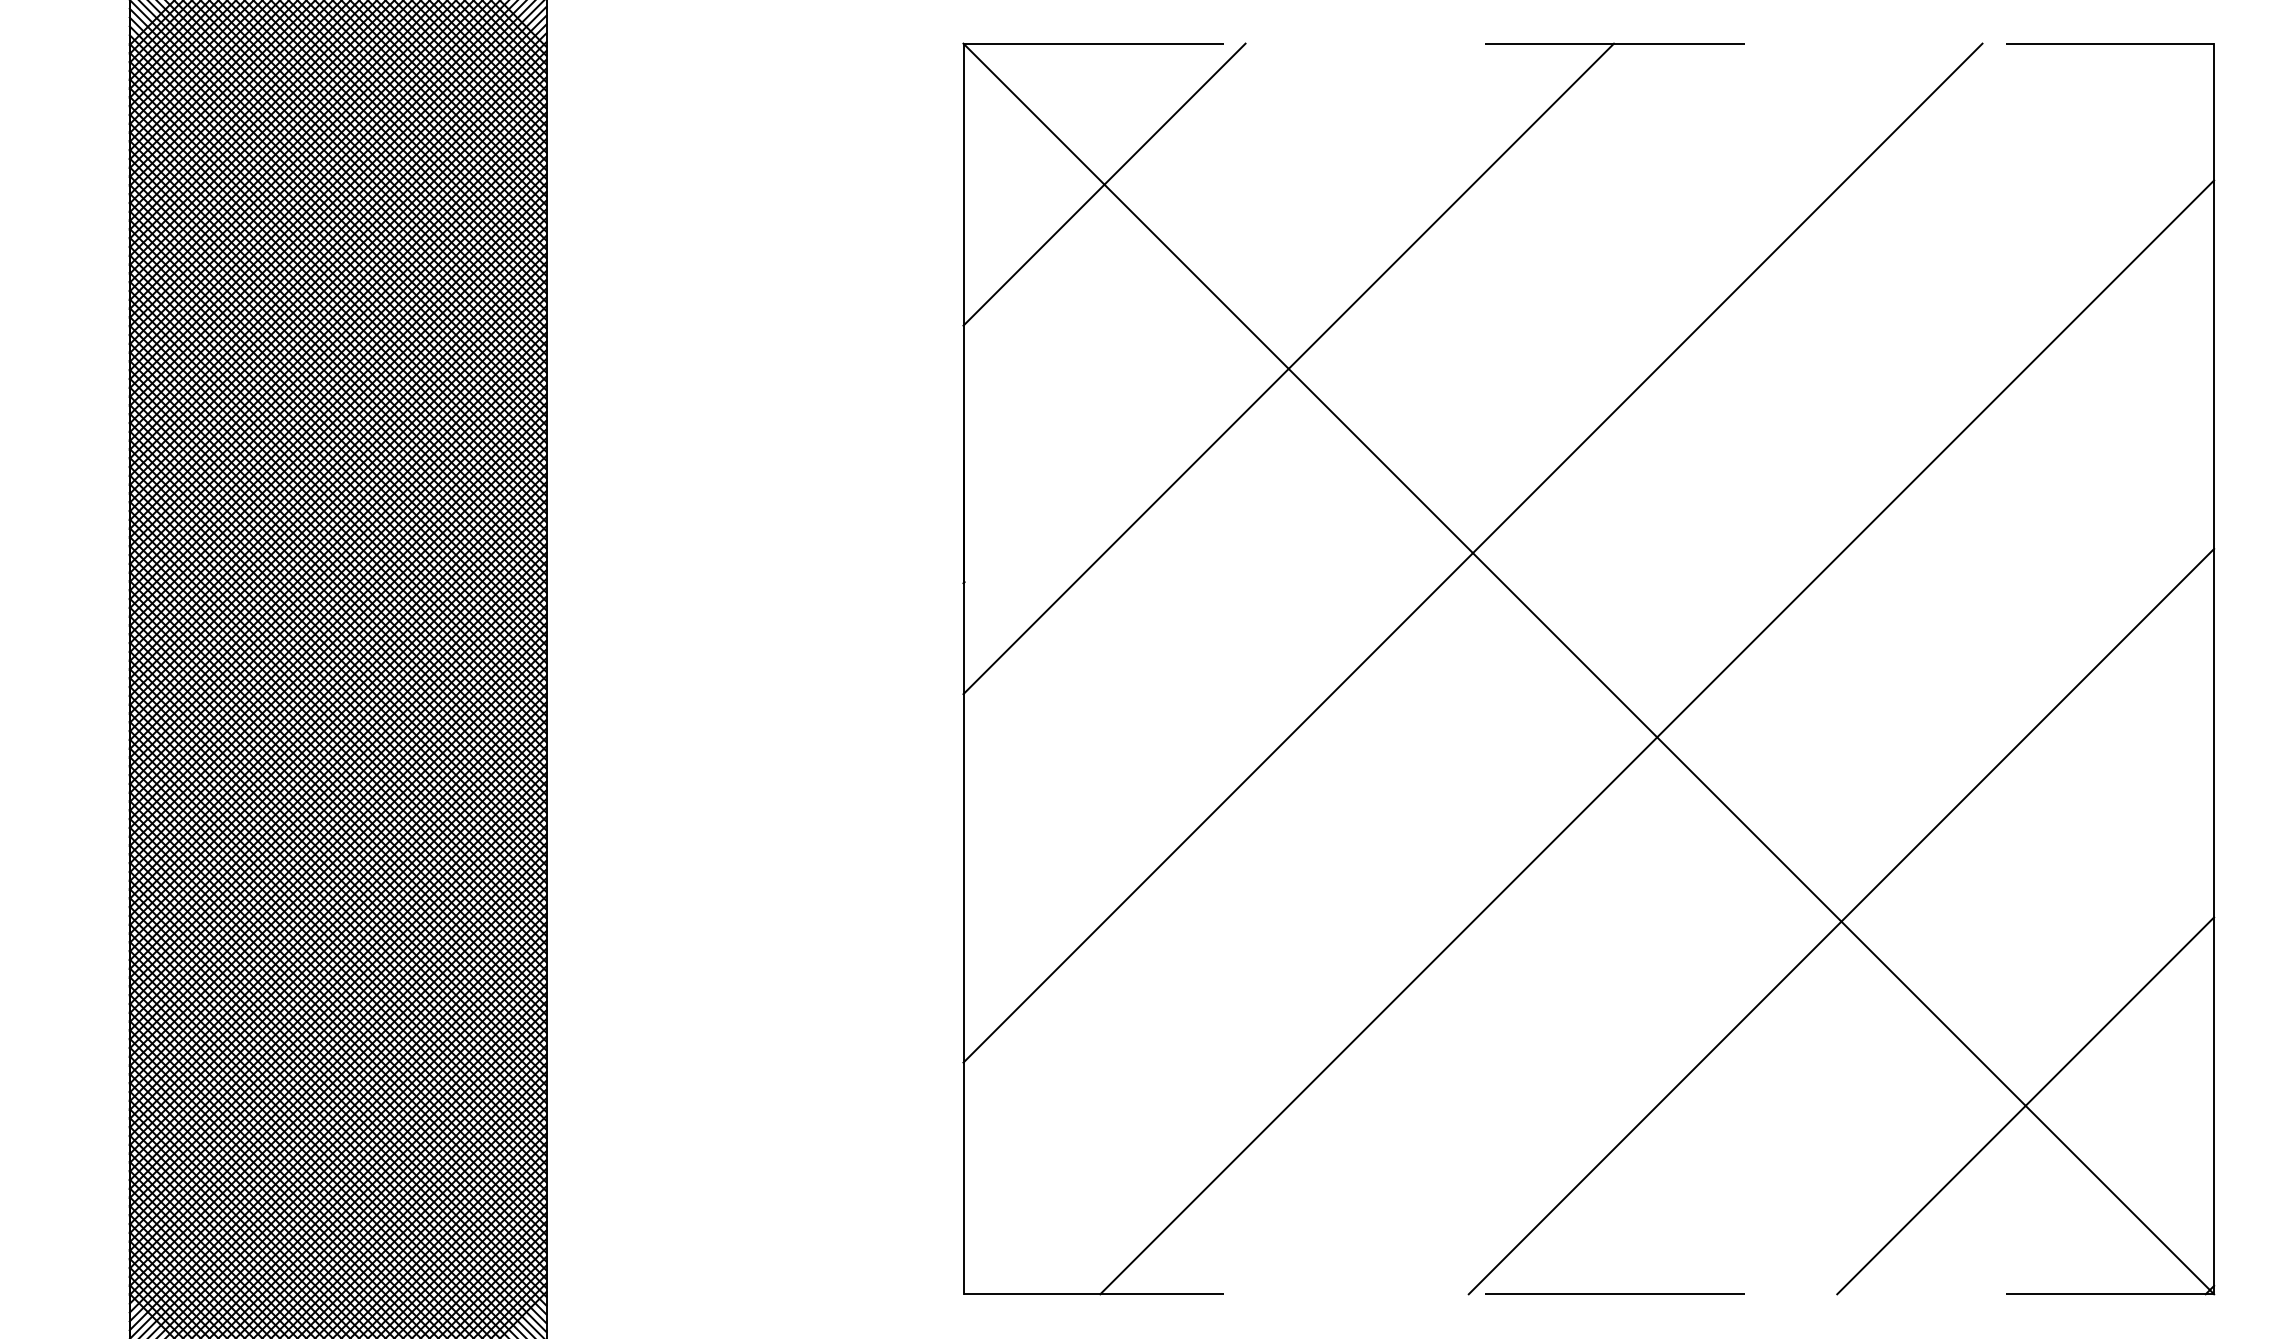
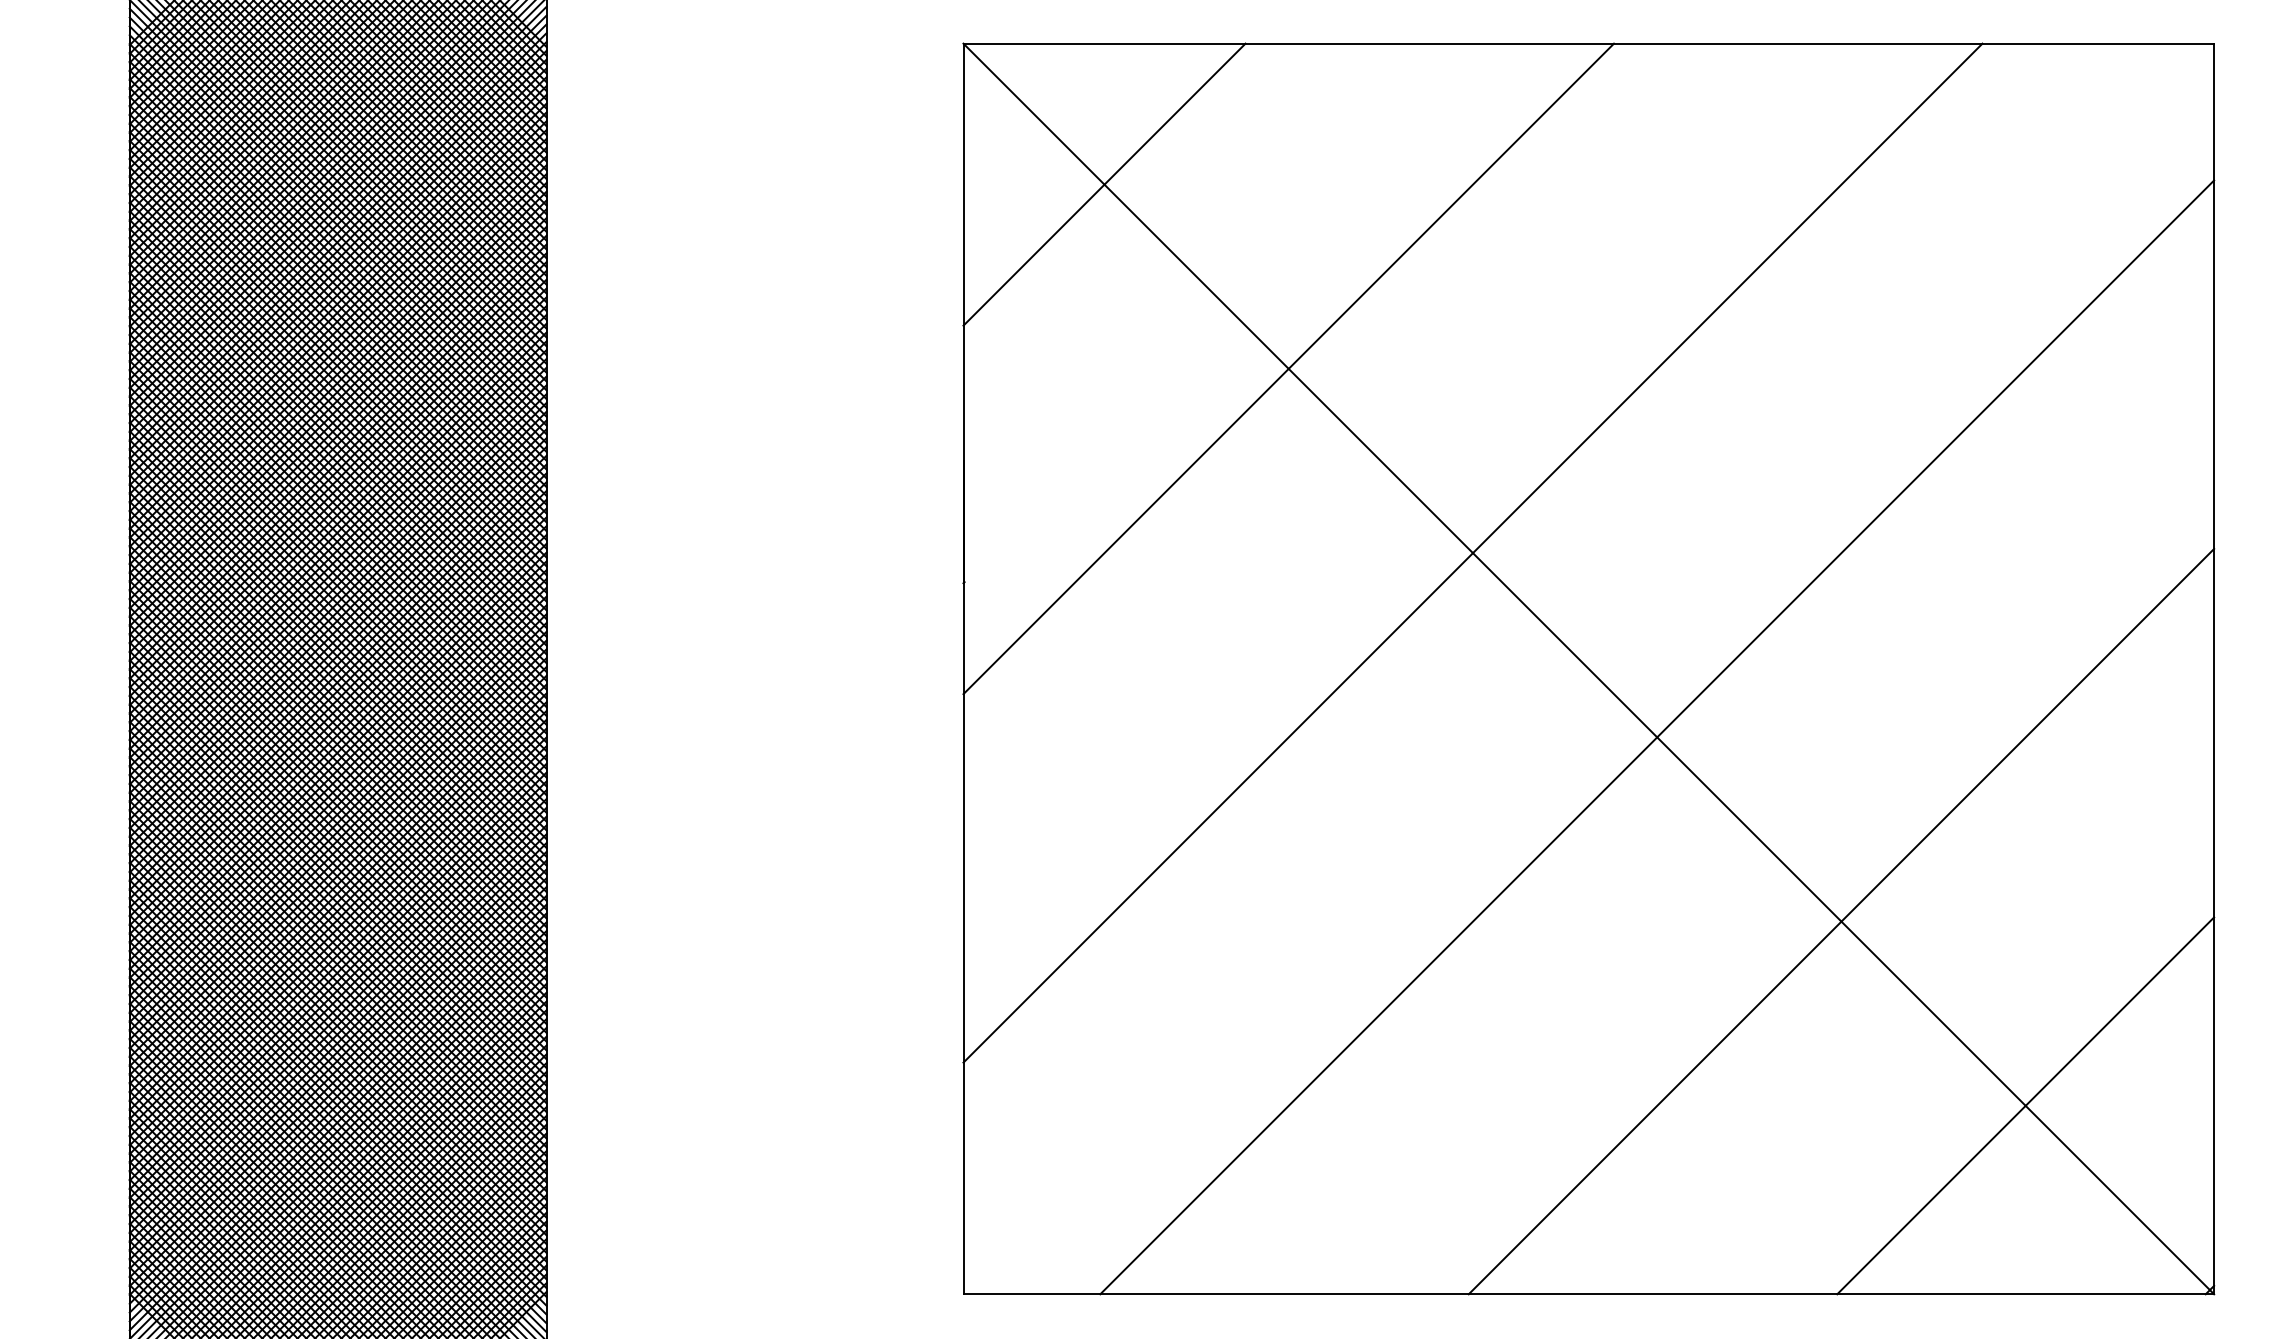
line at (1589, 43): dashed -> solid
line at (1589, 1294): dashed -> solid
